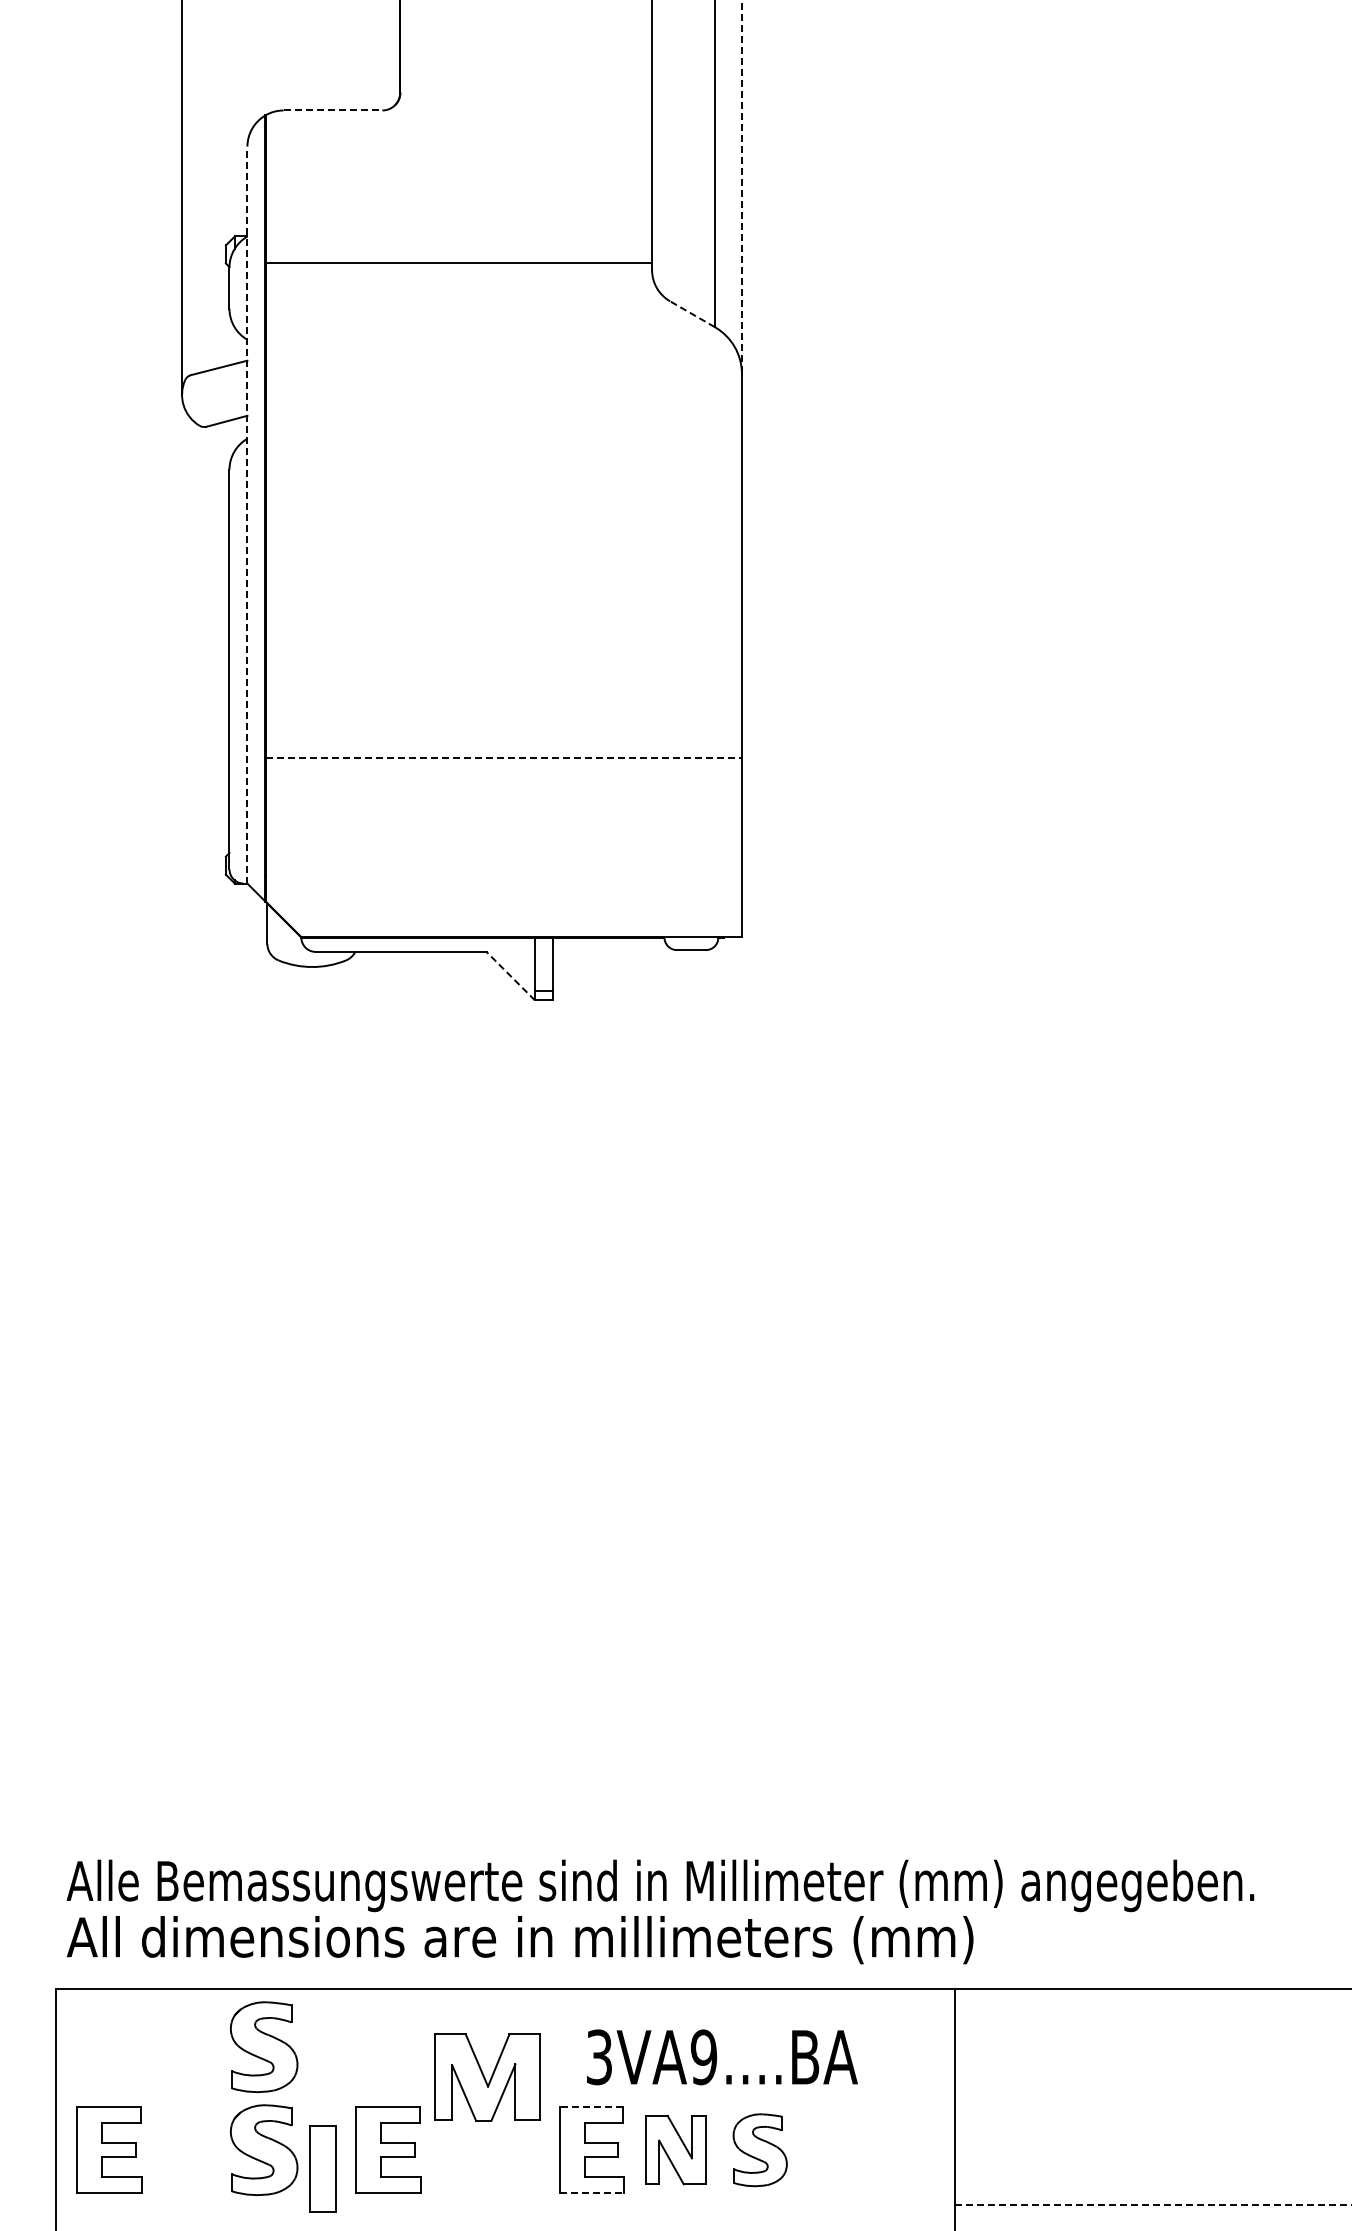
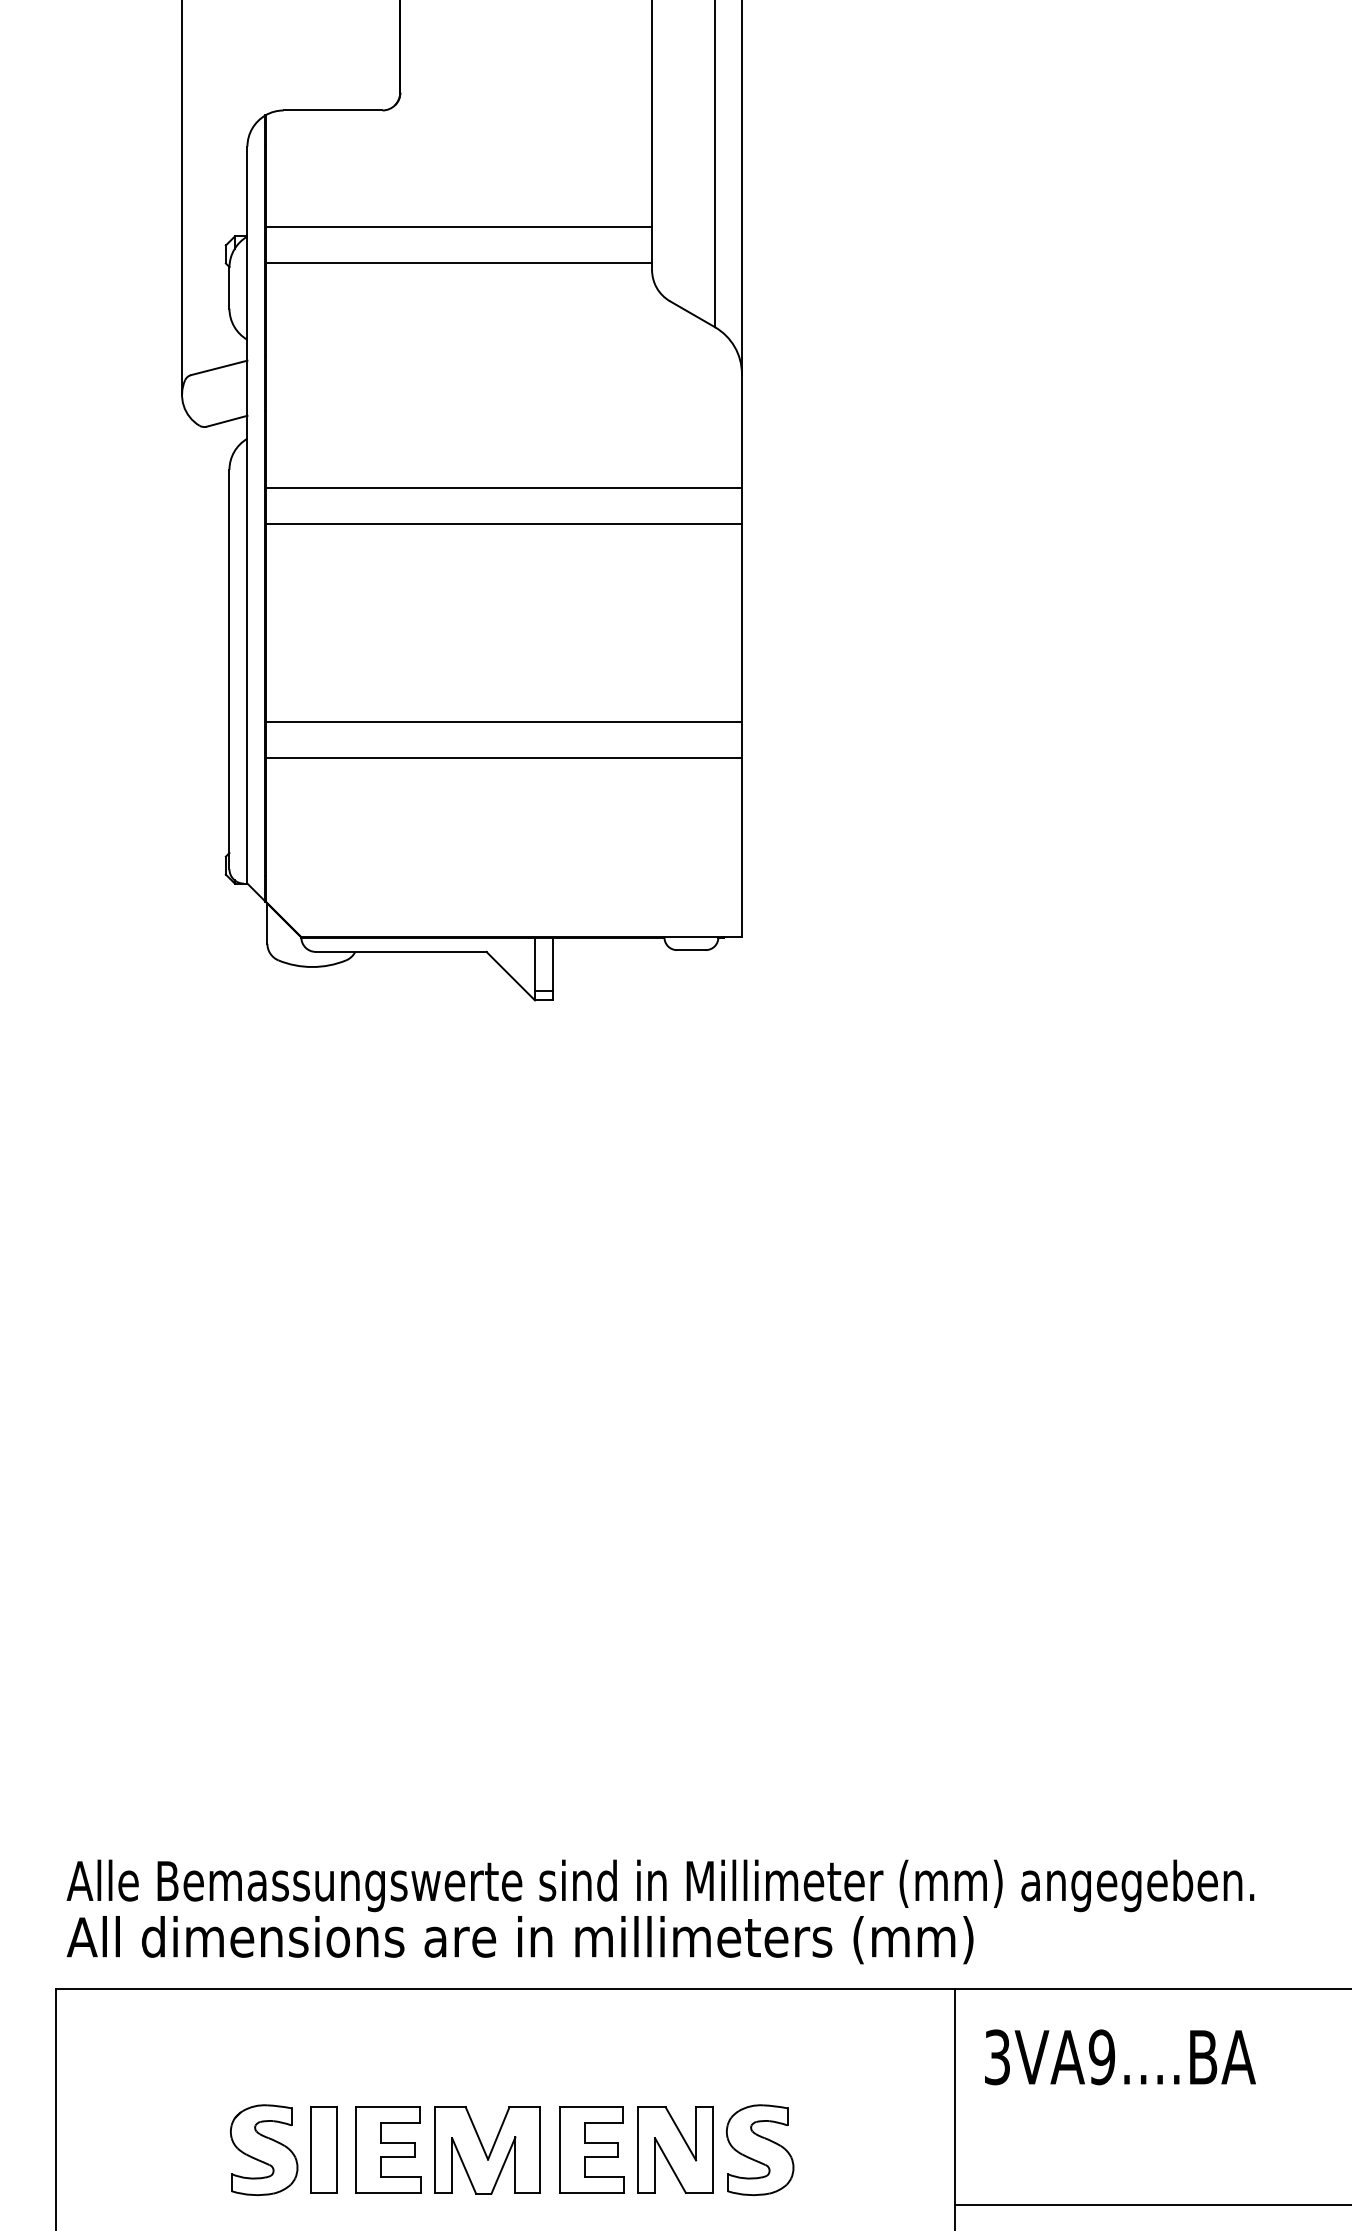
line at (333, 110): dashed -> solid
line at (741, 187): dashed -> solid
line at (458, 227): none -> present
line at (692, 314): dashed -> solid
line at (503, 487): none -> present
line at (247, 514): dashed -> solid
line at (503, 523): none -> present
line at (503, 721): none -> present
line at (504, 757): dashed -> solid
line at (510, 975): dashed -> solid
part at (264, 2047): present -> none
text at (722, 2057) position: (722, 2057) -> (1120, 2057)
part at (487, 2077) position: (487, 2077) -> (487, 2150)
line at (591, 2107): dashed -> solid
part at (109, 2149): present -> none
part at (675, 2150) size: 62x71 px -> 77x88 px
part at (759, 2150) size: 56x75 px -> 69x93 px
part at (322, 2168) position: (322, 2168) -> (323, 2149)
line at (592, 2192): dashed -> solid
line at (1153, 2204): dashed -> solid
